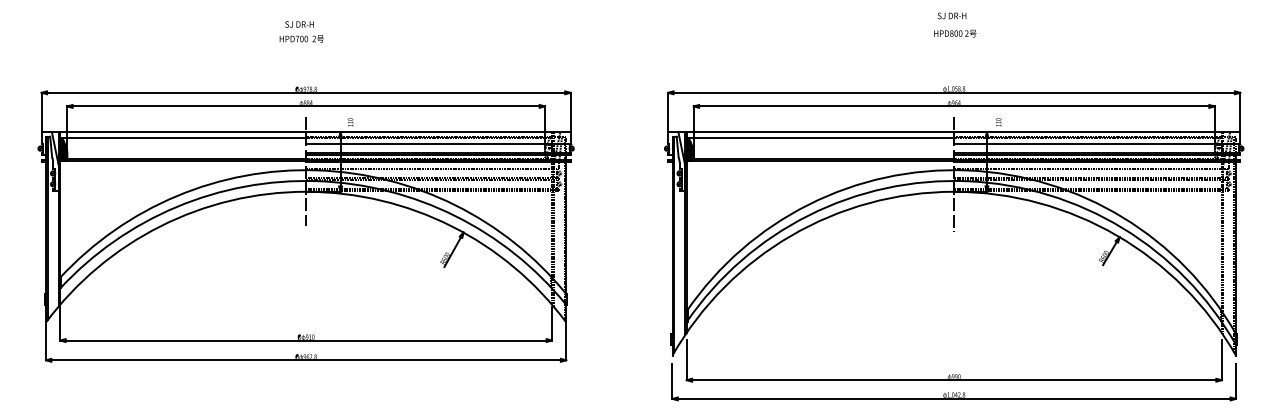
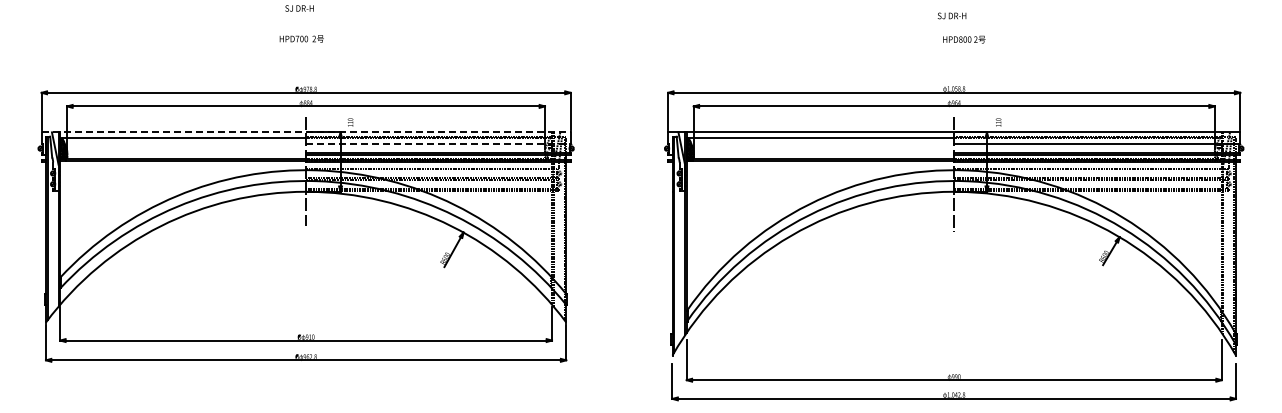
text at (299, 24) position: (299, 24) -> (299, 8)
text at (955, 33) position: (955, 33) -> (964, 39)
line at (306, 132): solid -> dashed
line at (438, 144): solid -> dashed
